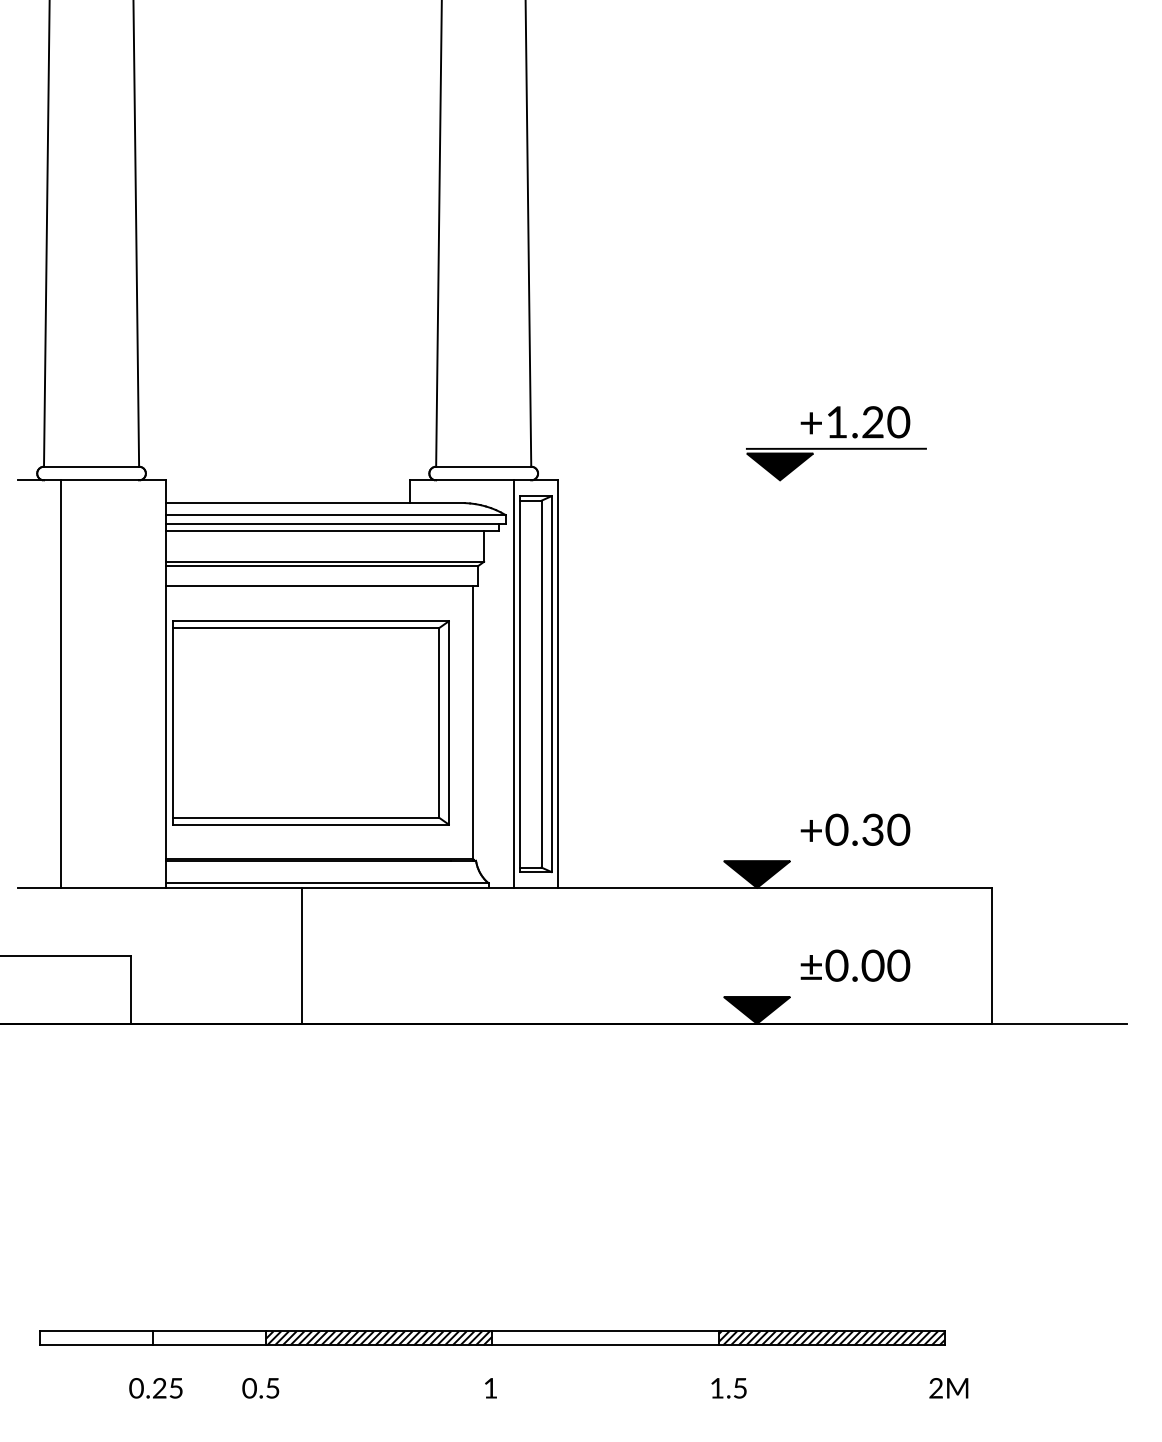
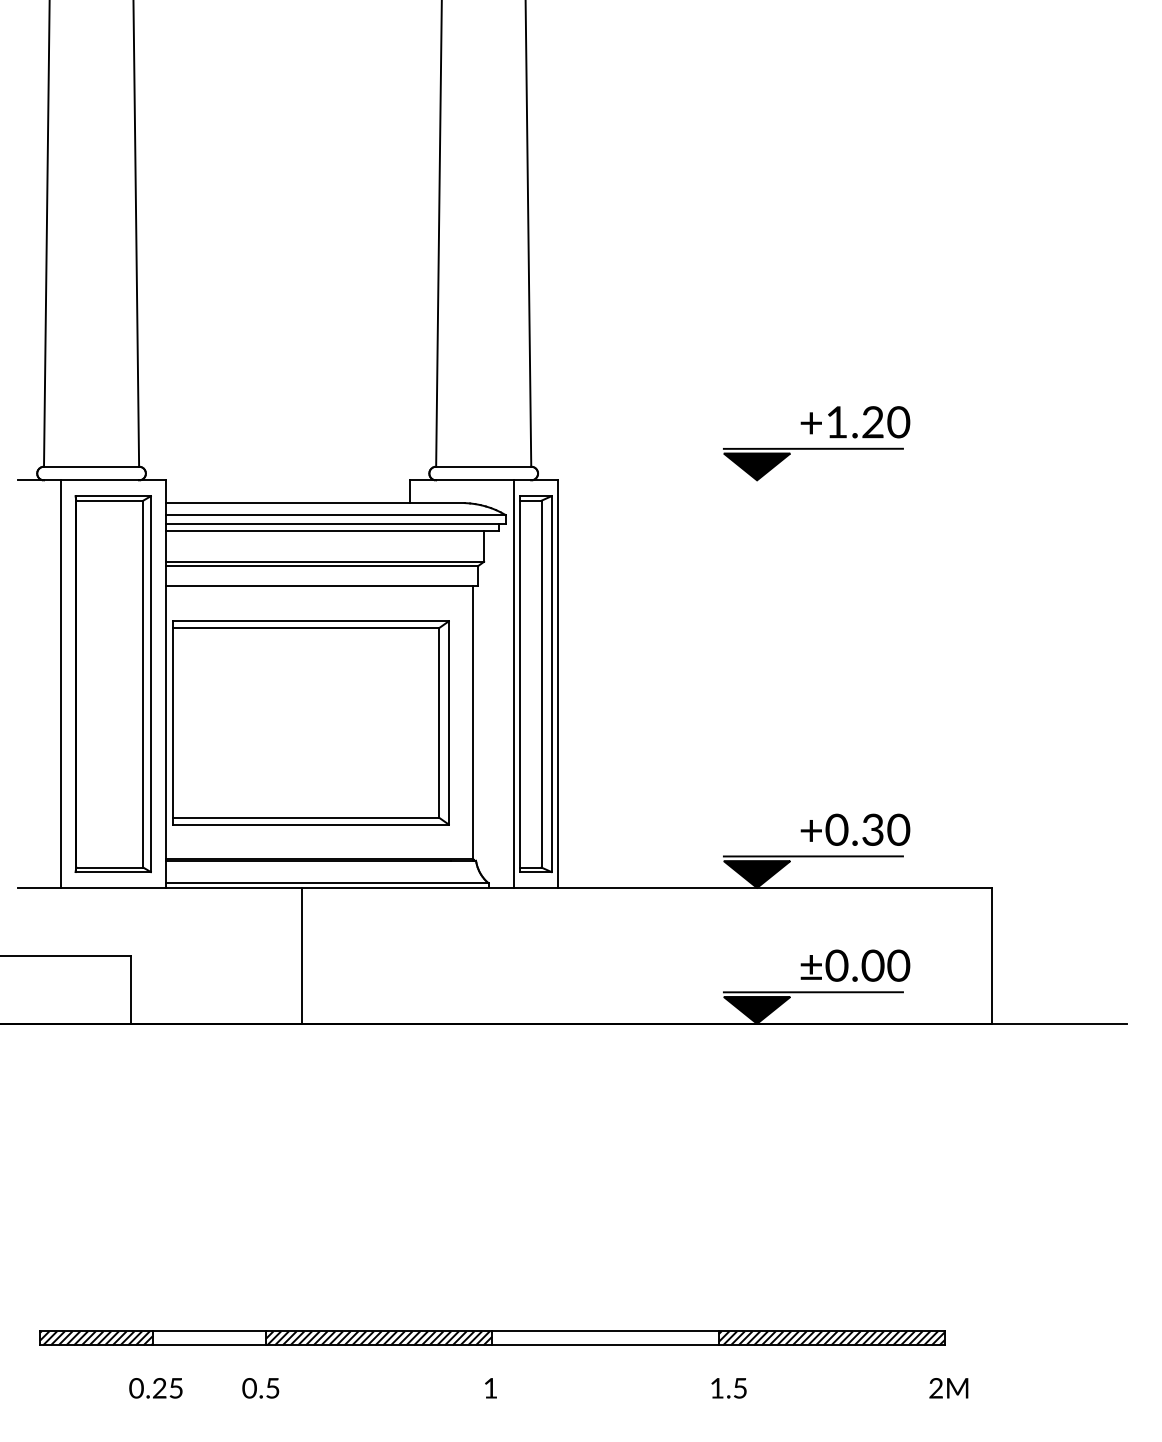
part at (836, 449) position: (836, 449) -> (813, 449)
part at (112, 684): none -> present
line at (812, 856): none -> present
line at (812, 992): none -> present
hatch at (95, 1338): none -> present
